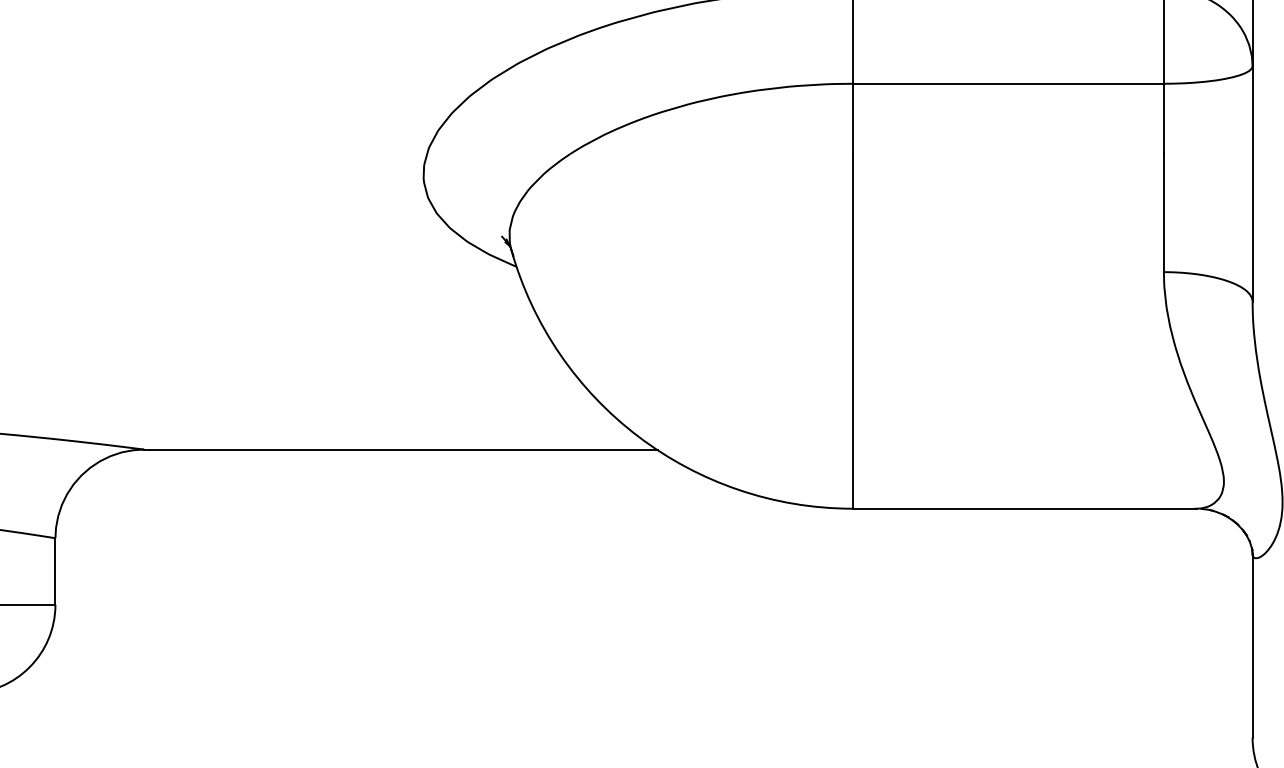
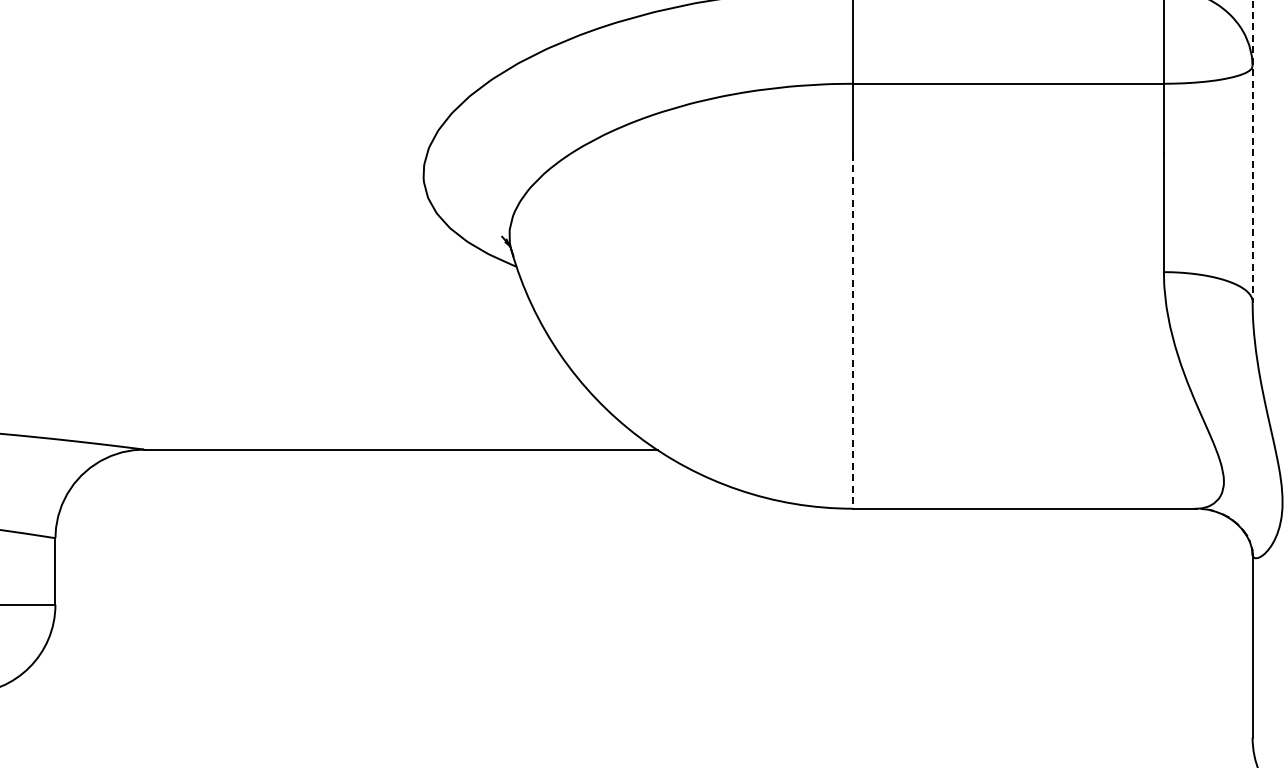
line at (1252, 151): solid -> dashed
line at (852, 331): solid -> dashed
